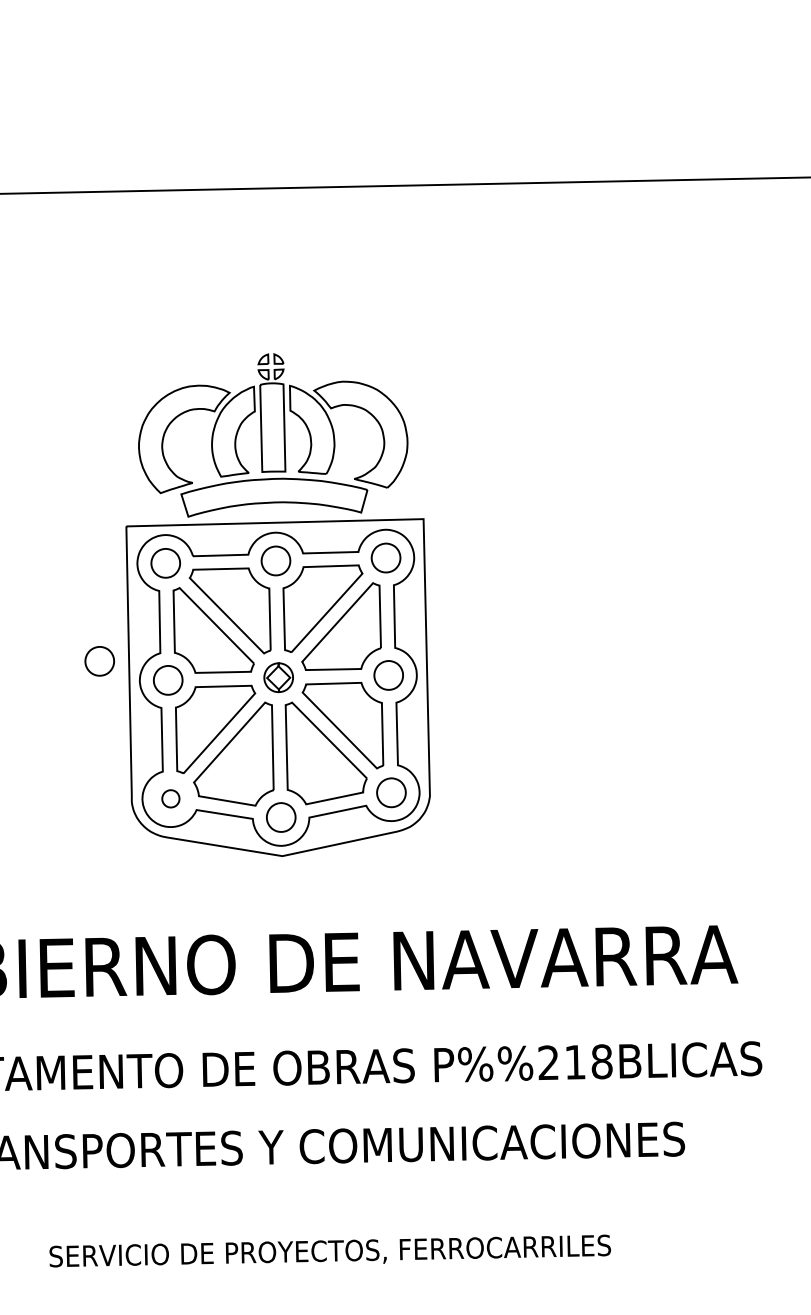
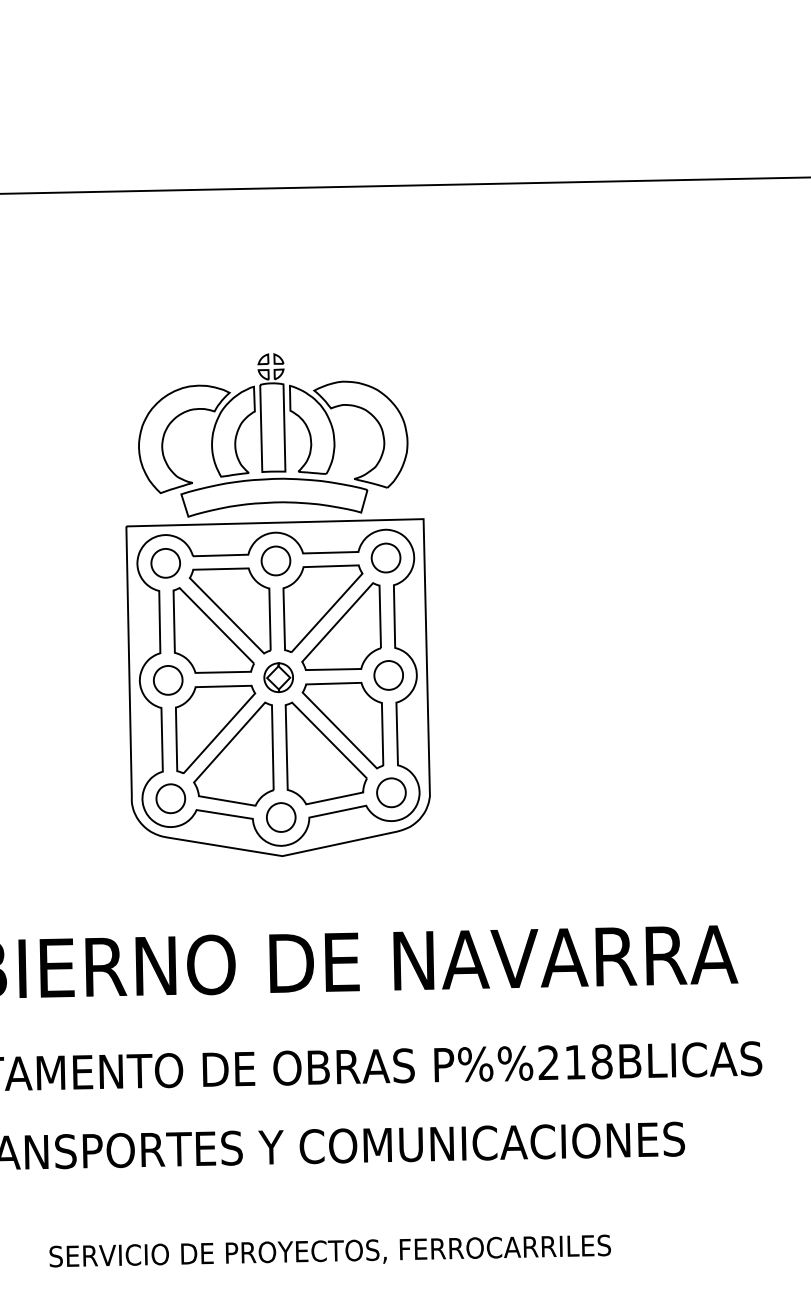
part at (99, 661): present -> none
part at (170, 798) size: 20x20 px -> 32x32 px
